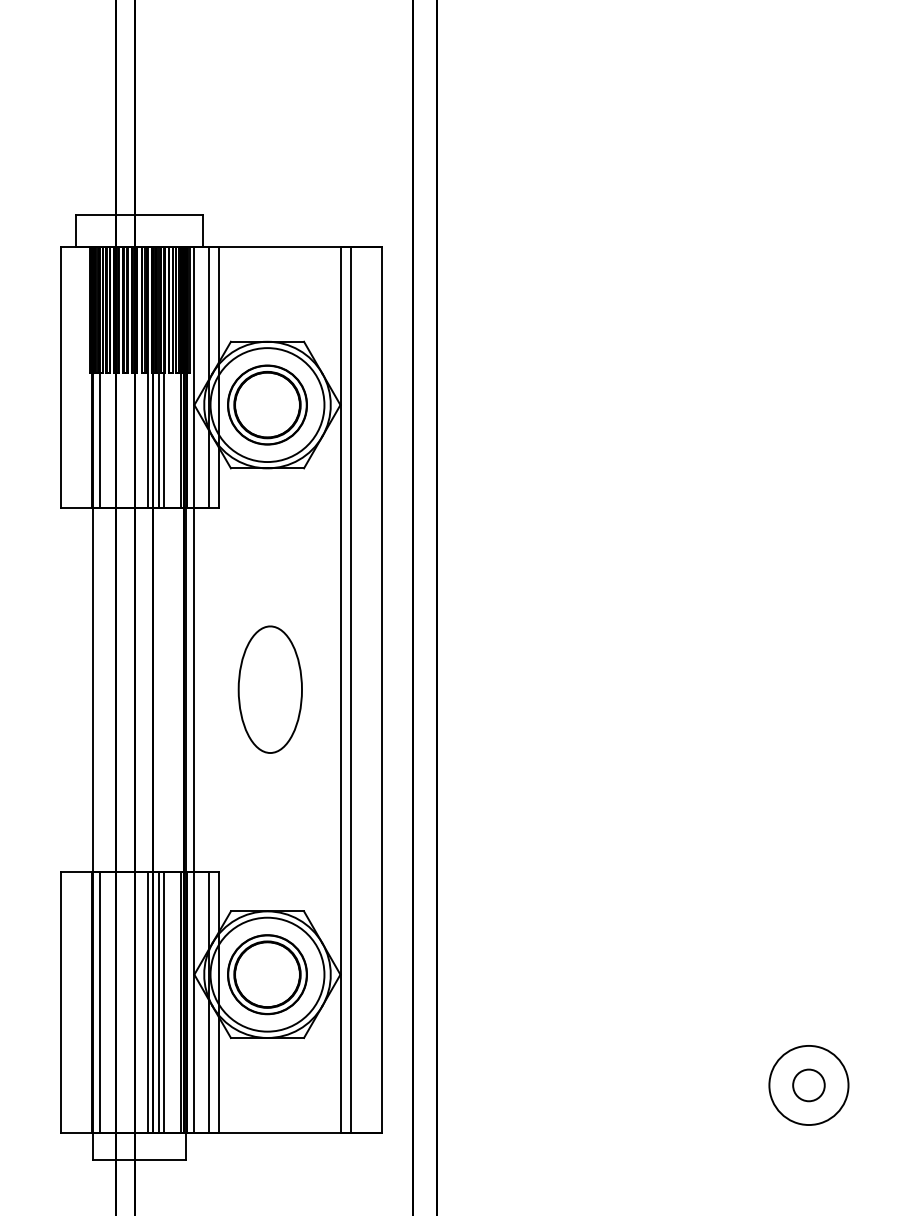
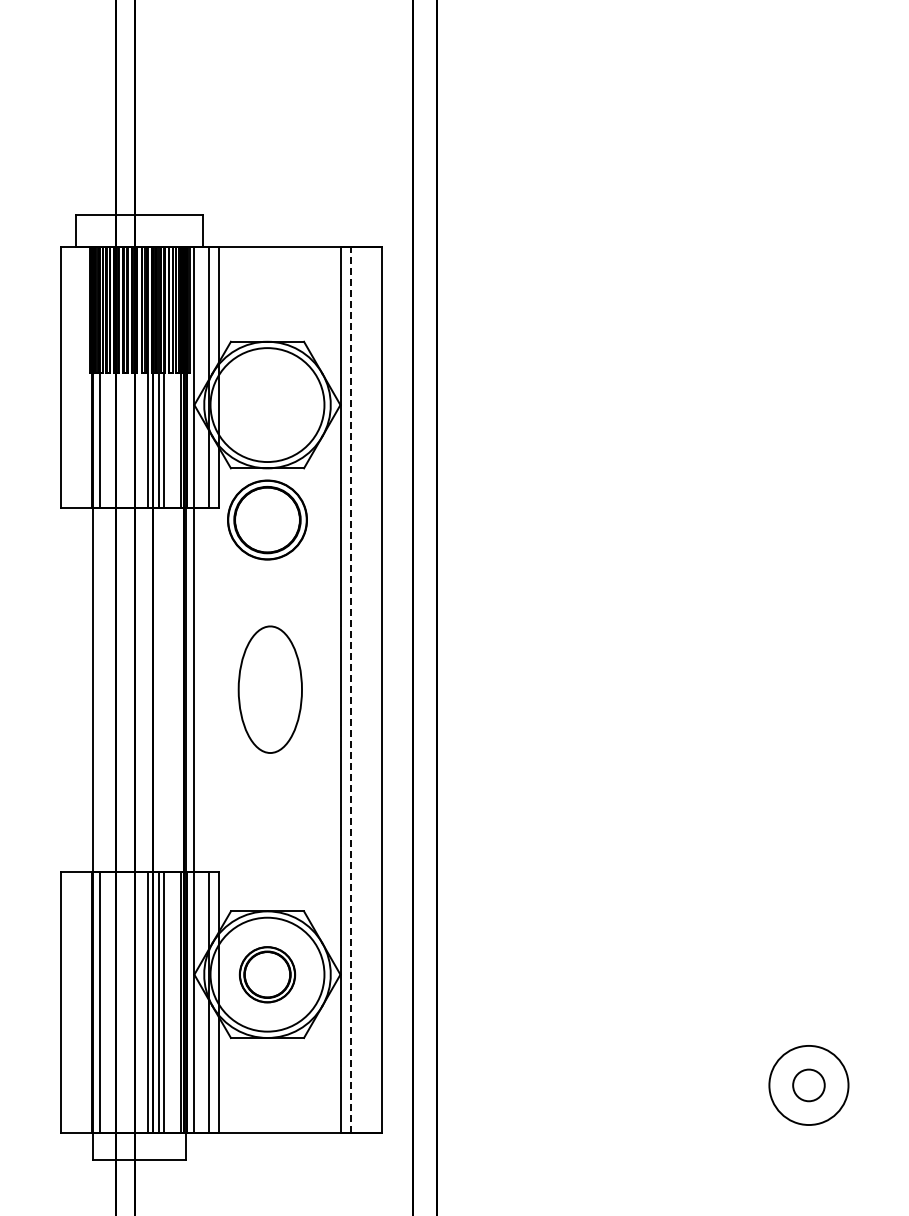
part at (267, 404) position: (267, 404) -> (267, 519)
line at (350, 689): solid -> dashed
part at (267, 974) size: 81x82 px -> 59x58 px
